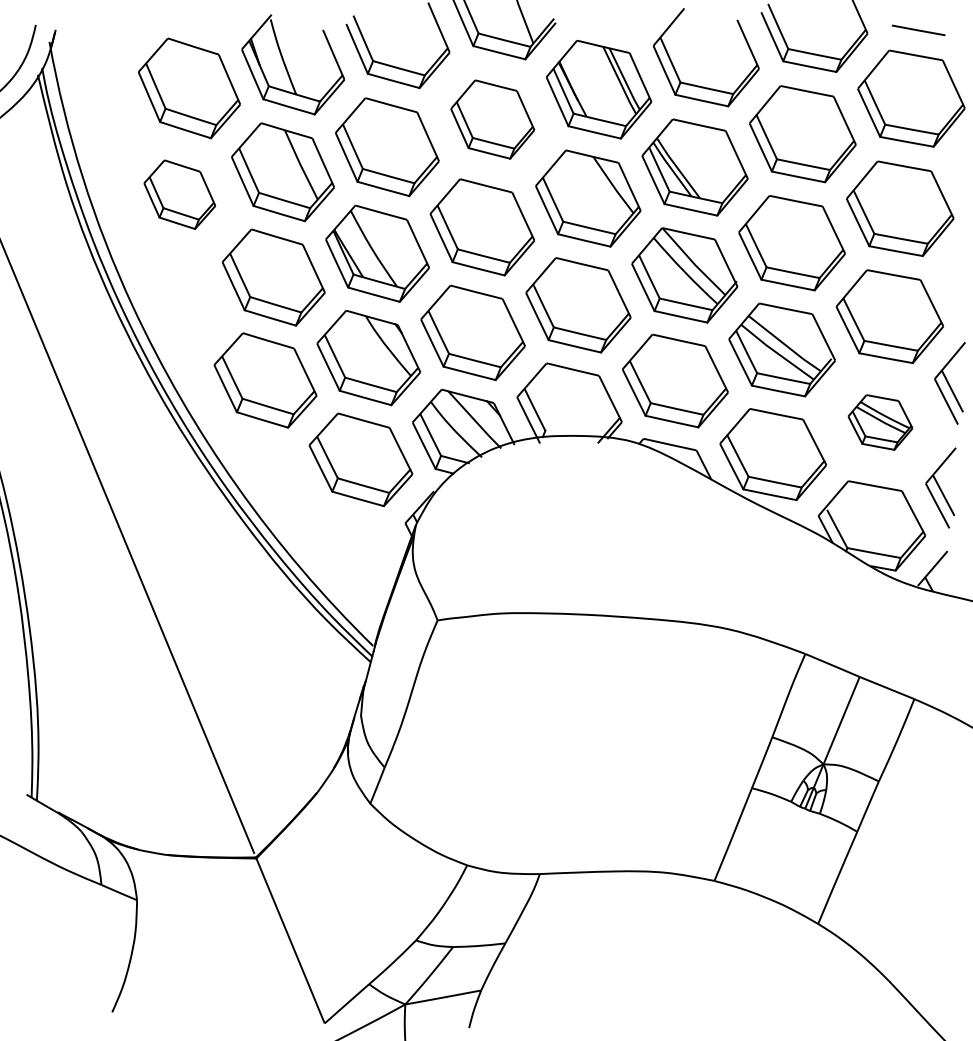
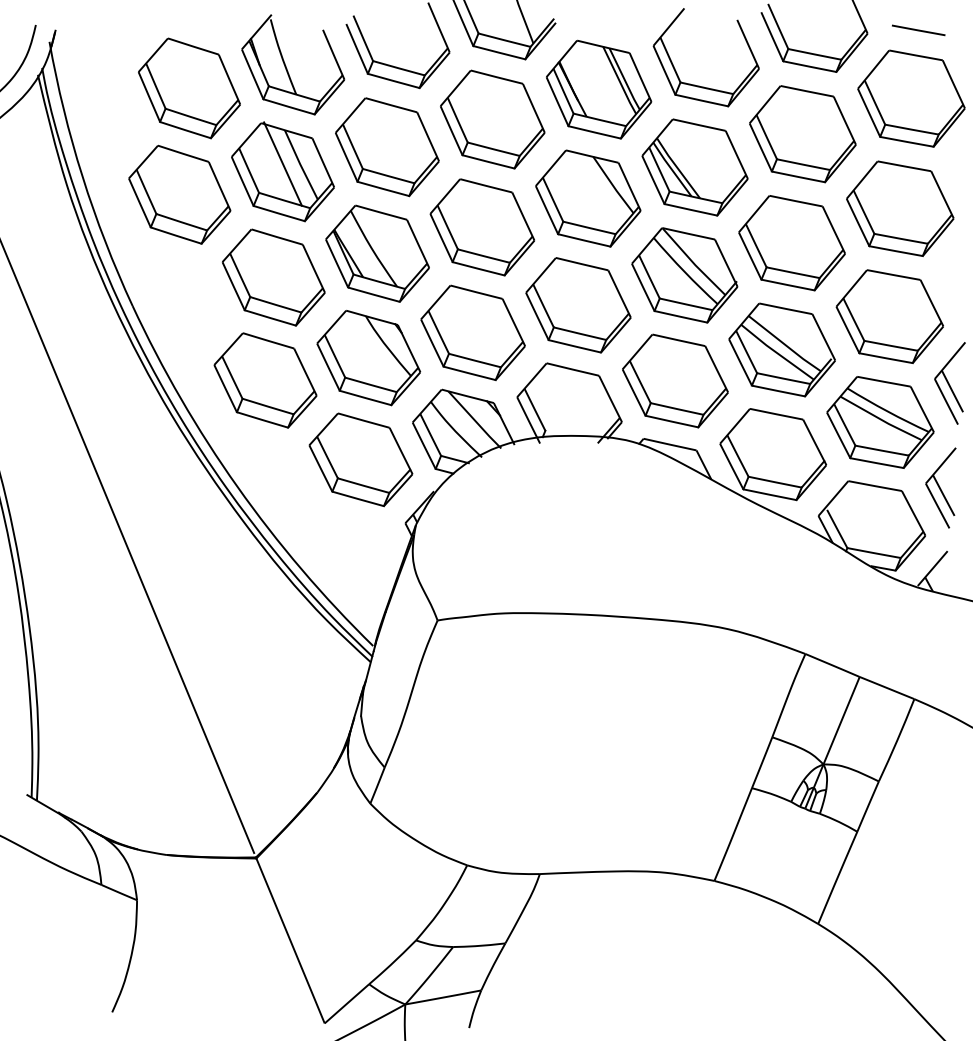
part at (492, 119) size: 86x81 px -> 106x101 px
line at (282, 163): none -> present
part at (179, 194) size: 74x71 px -> 104x101 px
part at (880, 422) size: 67x57 px -> 109x93 px
